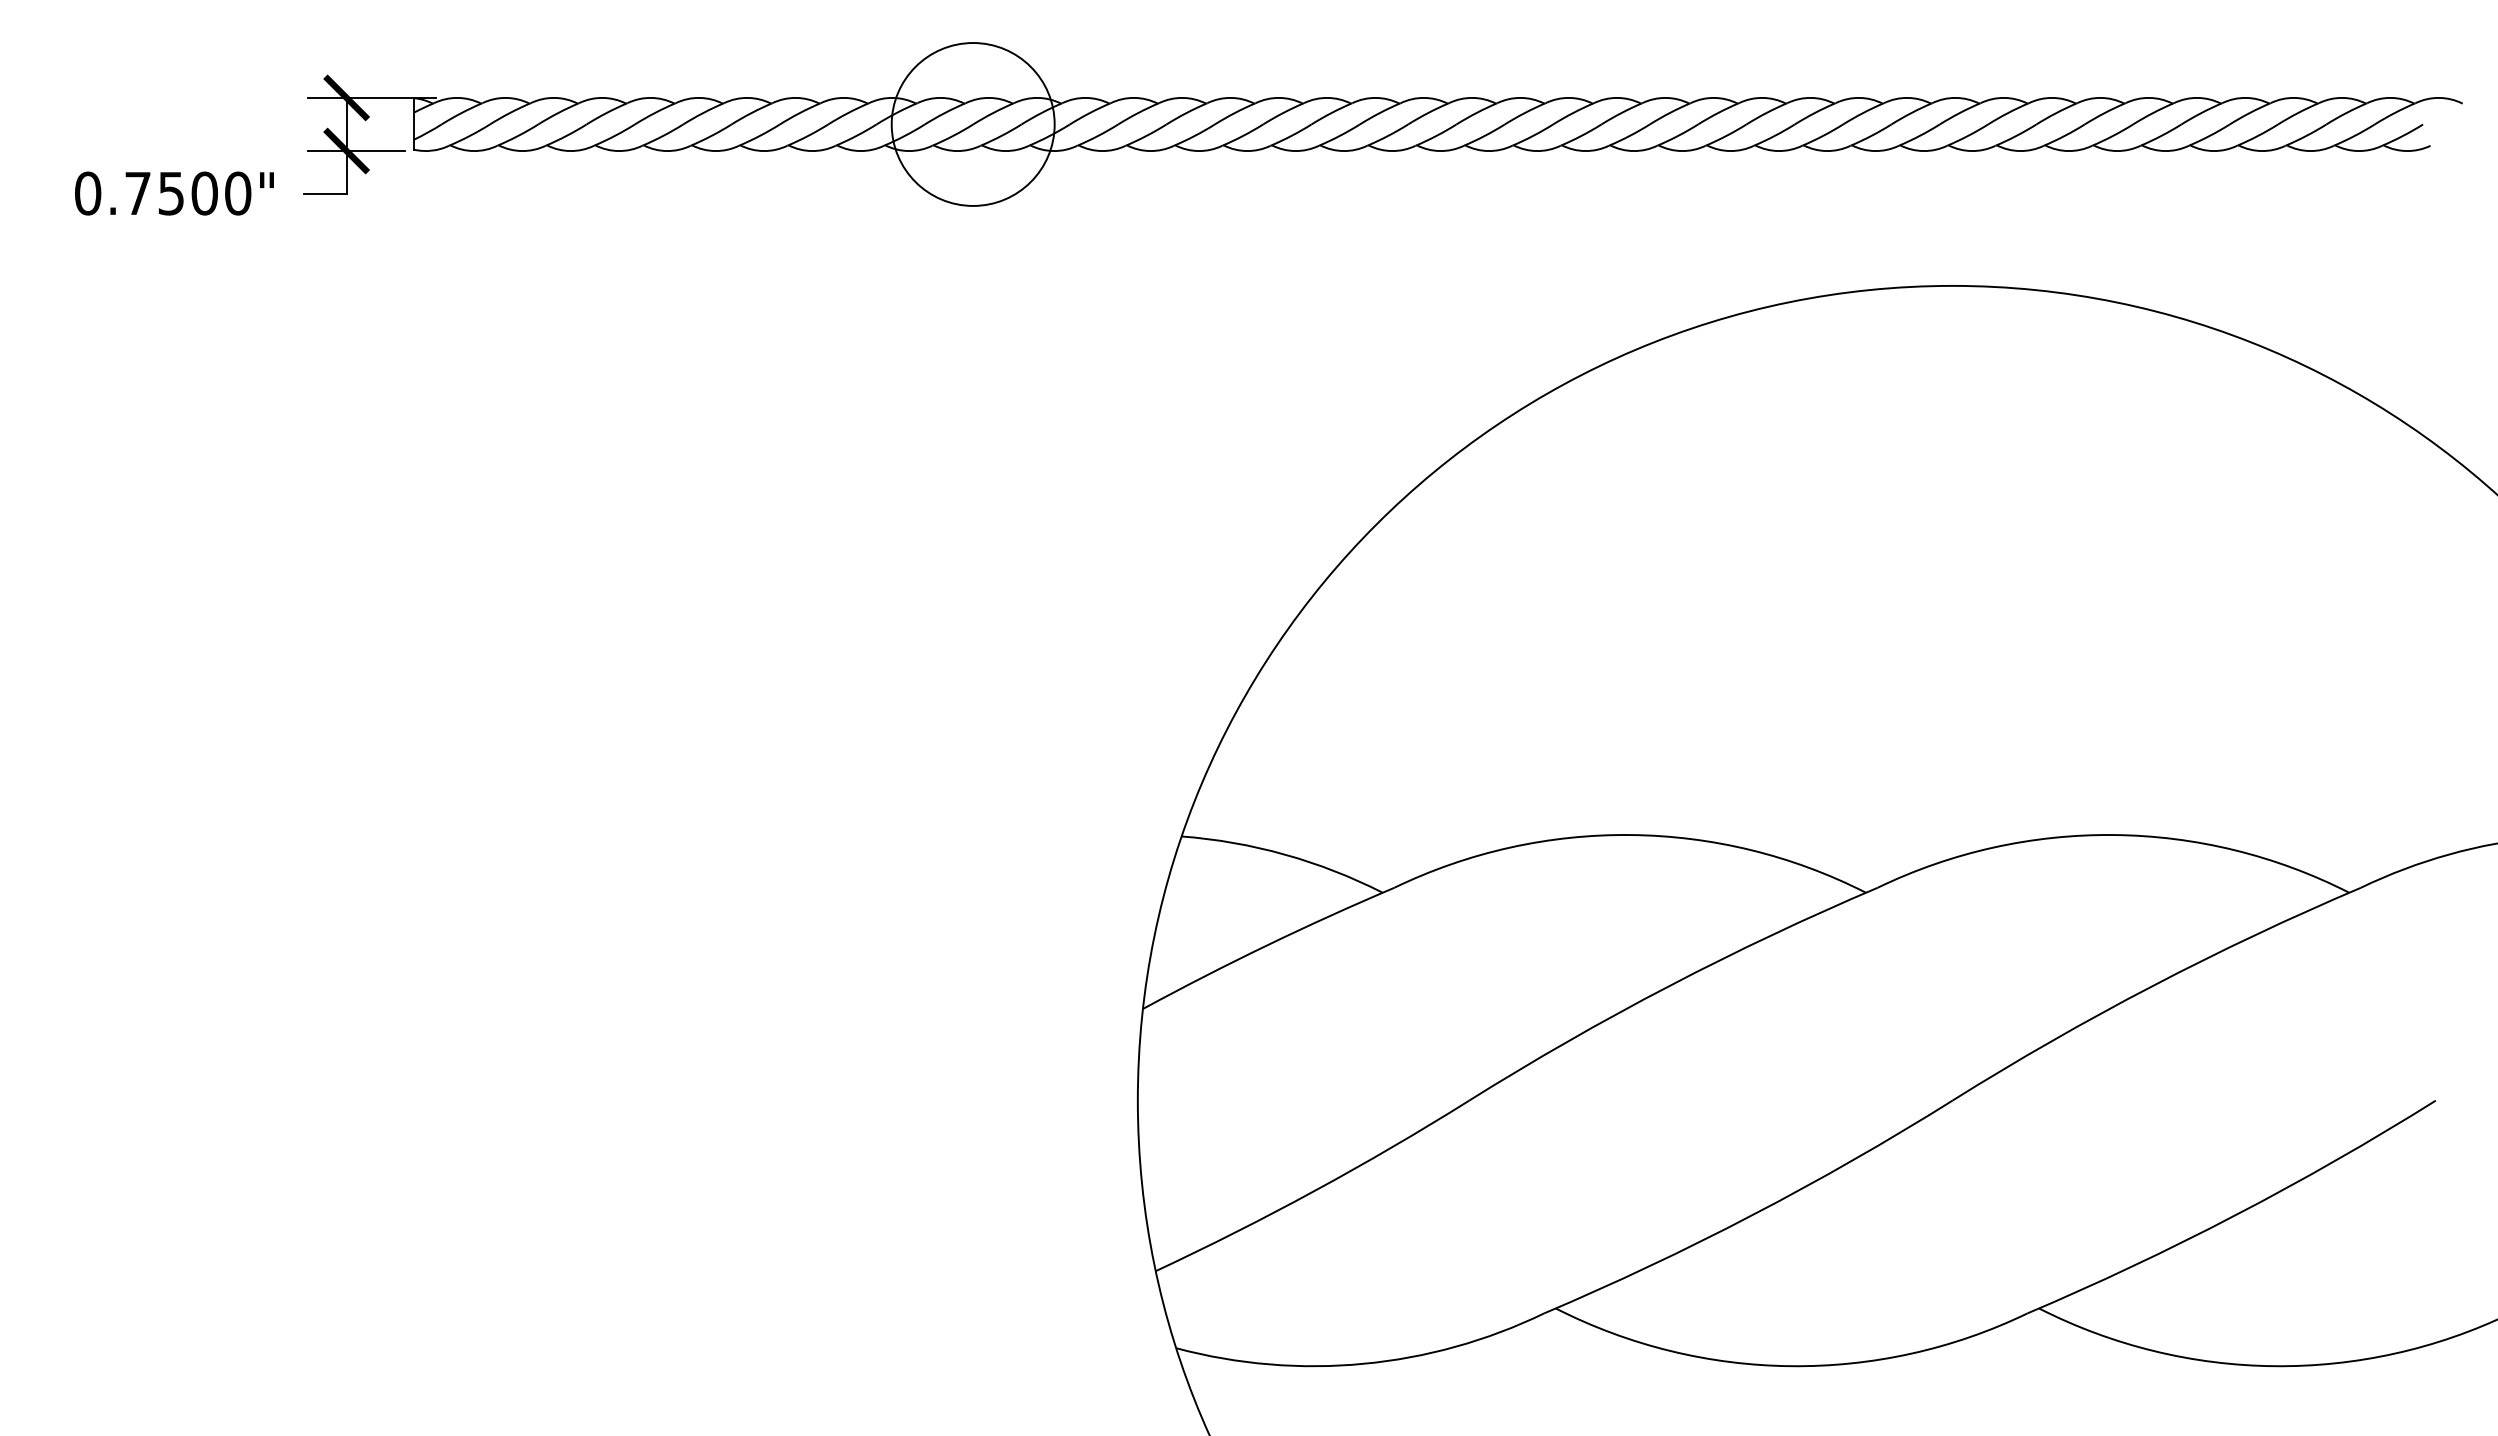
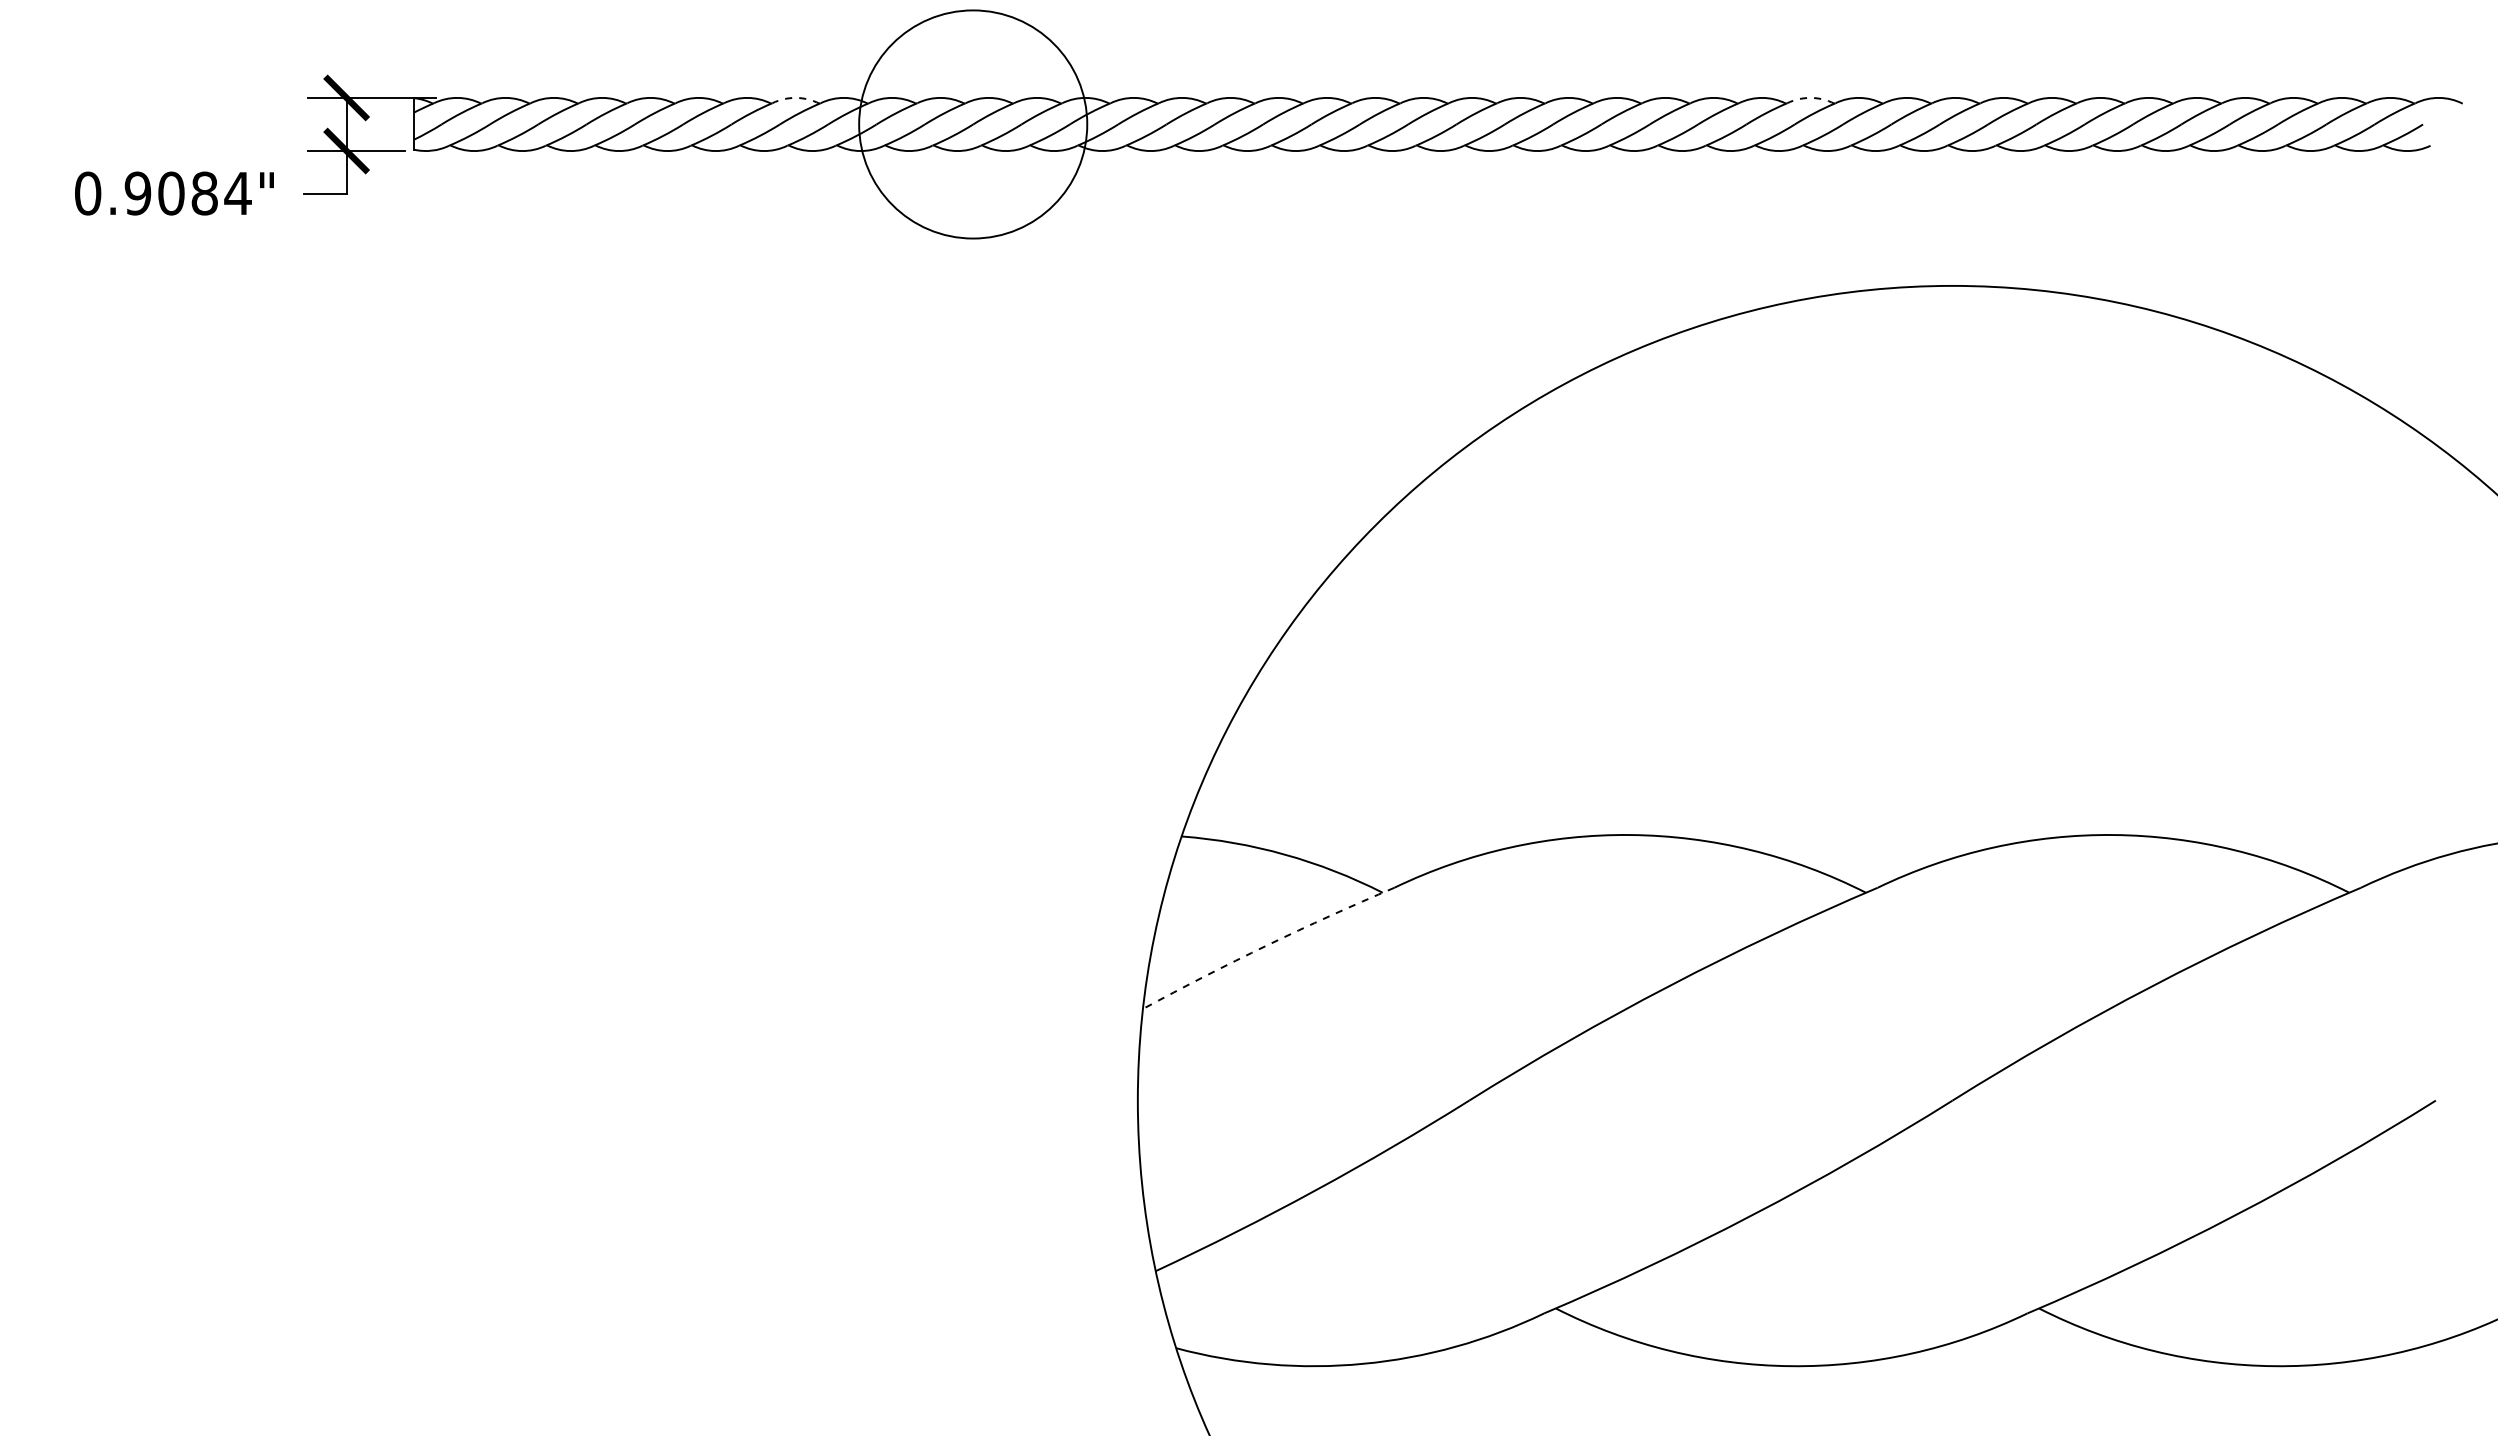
arc at (796, 97): solid -> dashed
arc at (1810, 97): solid -> dashed
circle at (972, 124) diameter: 163 px -> 228 px
text at (187, 193): 0.7500" -> 0.9084"
arc at (1267, 945): solid -> dashed
